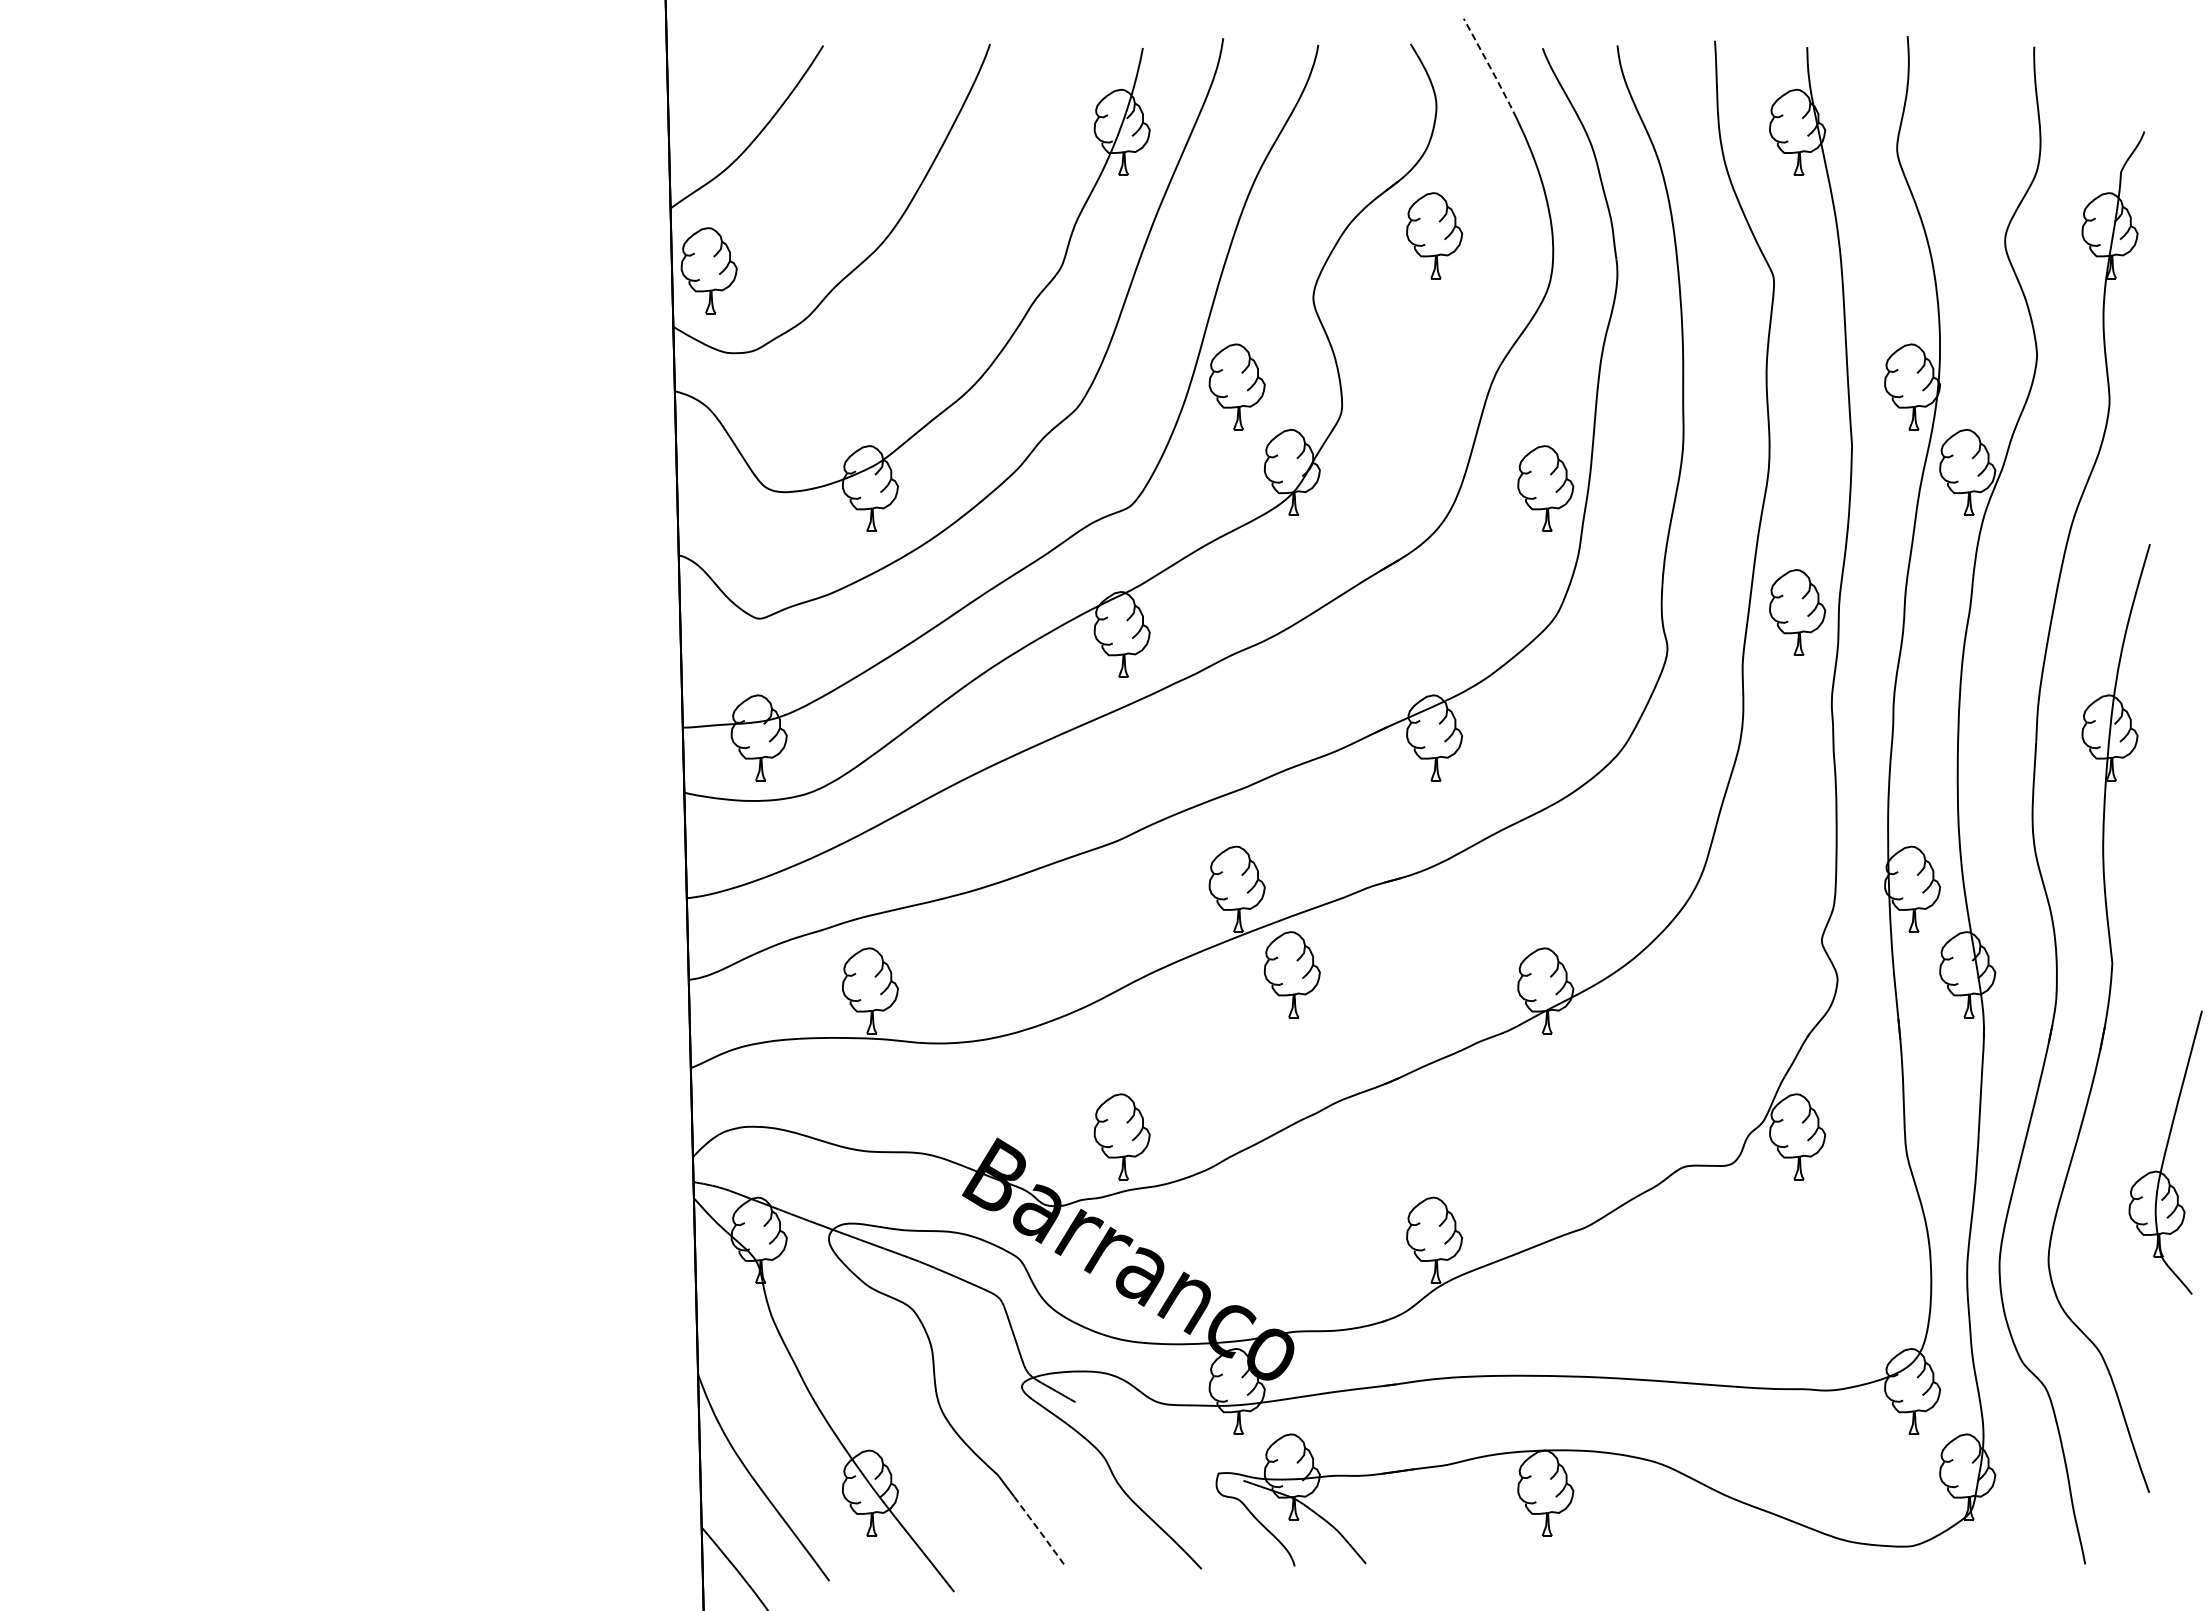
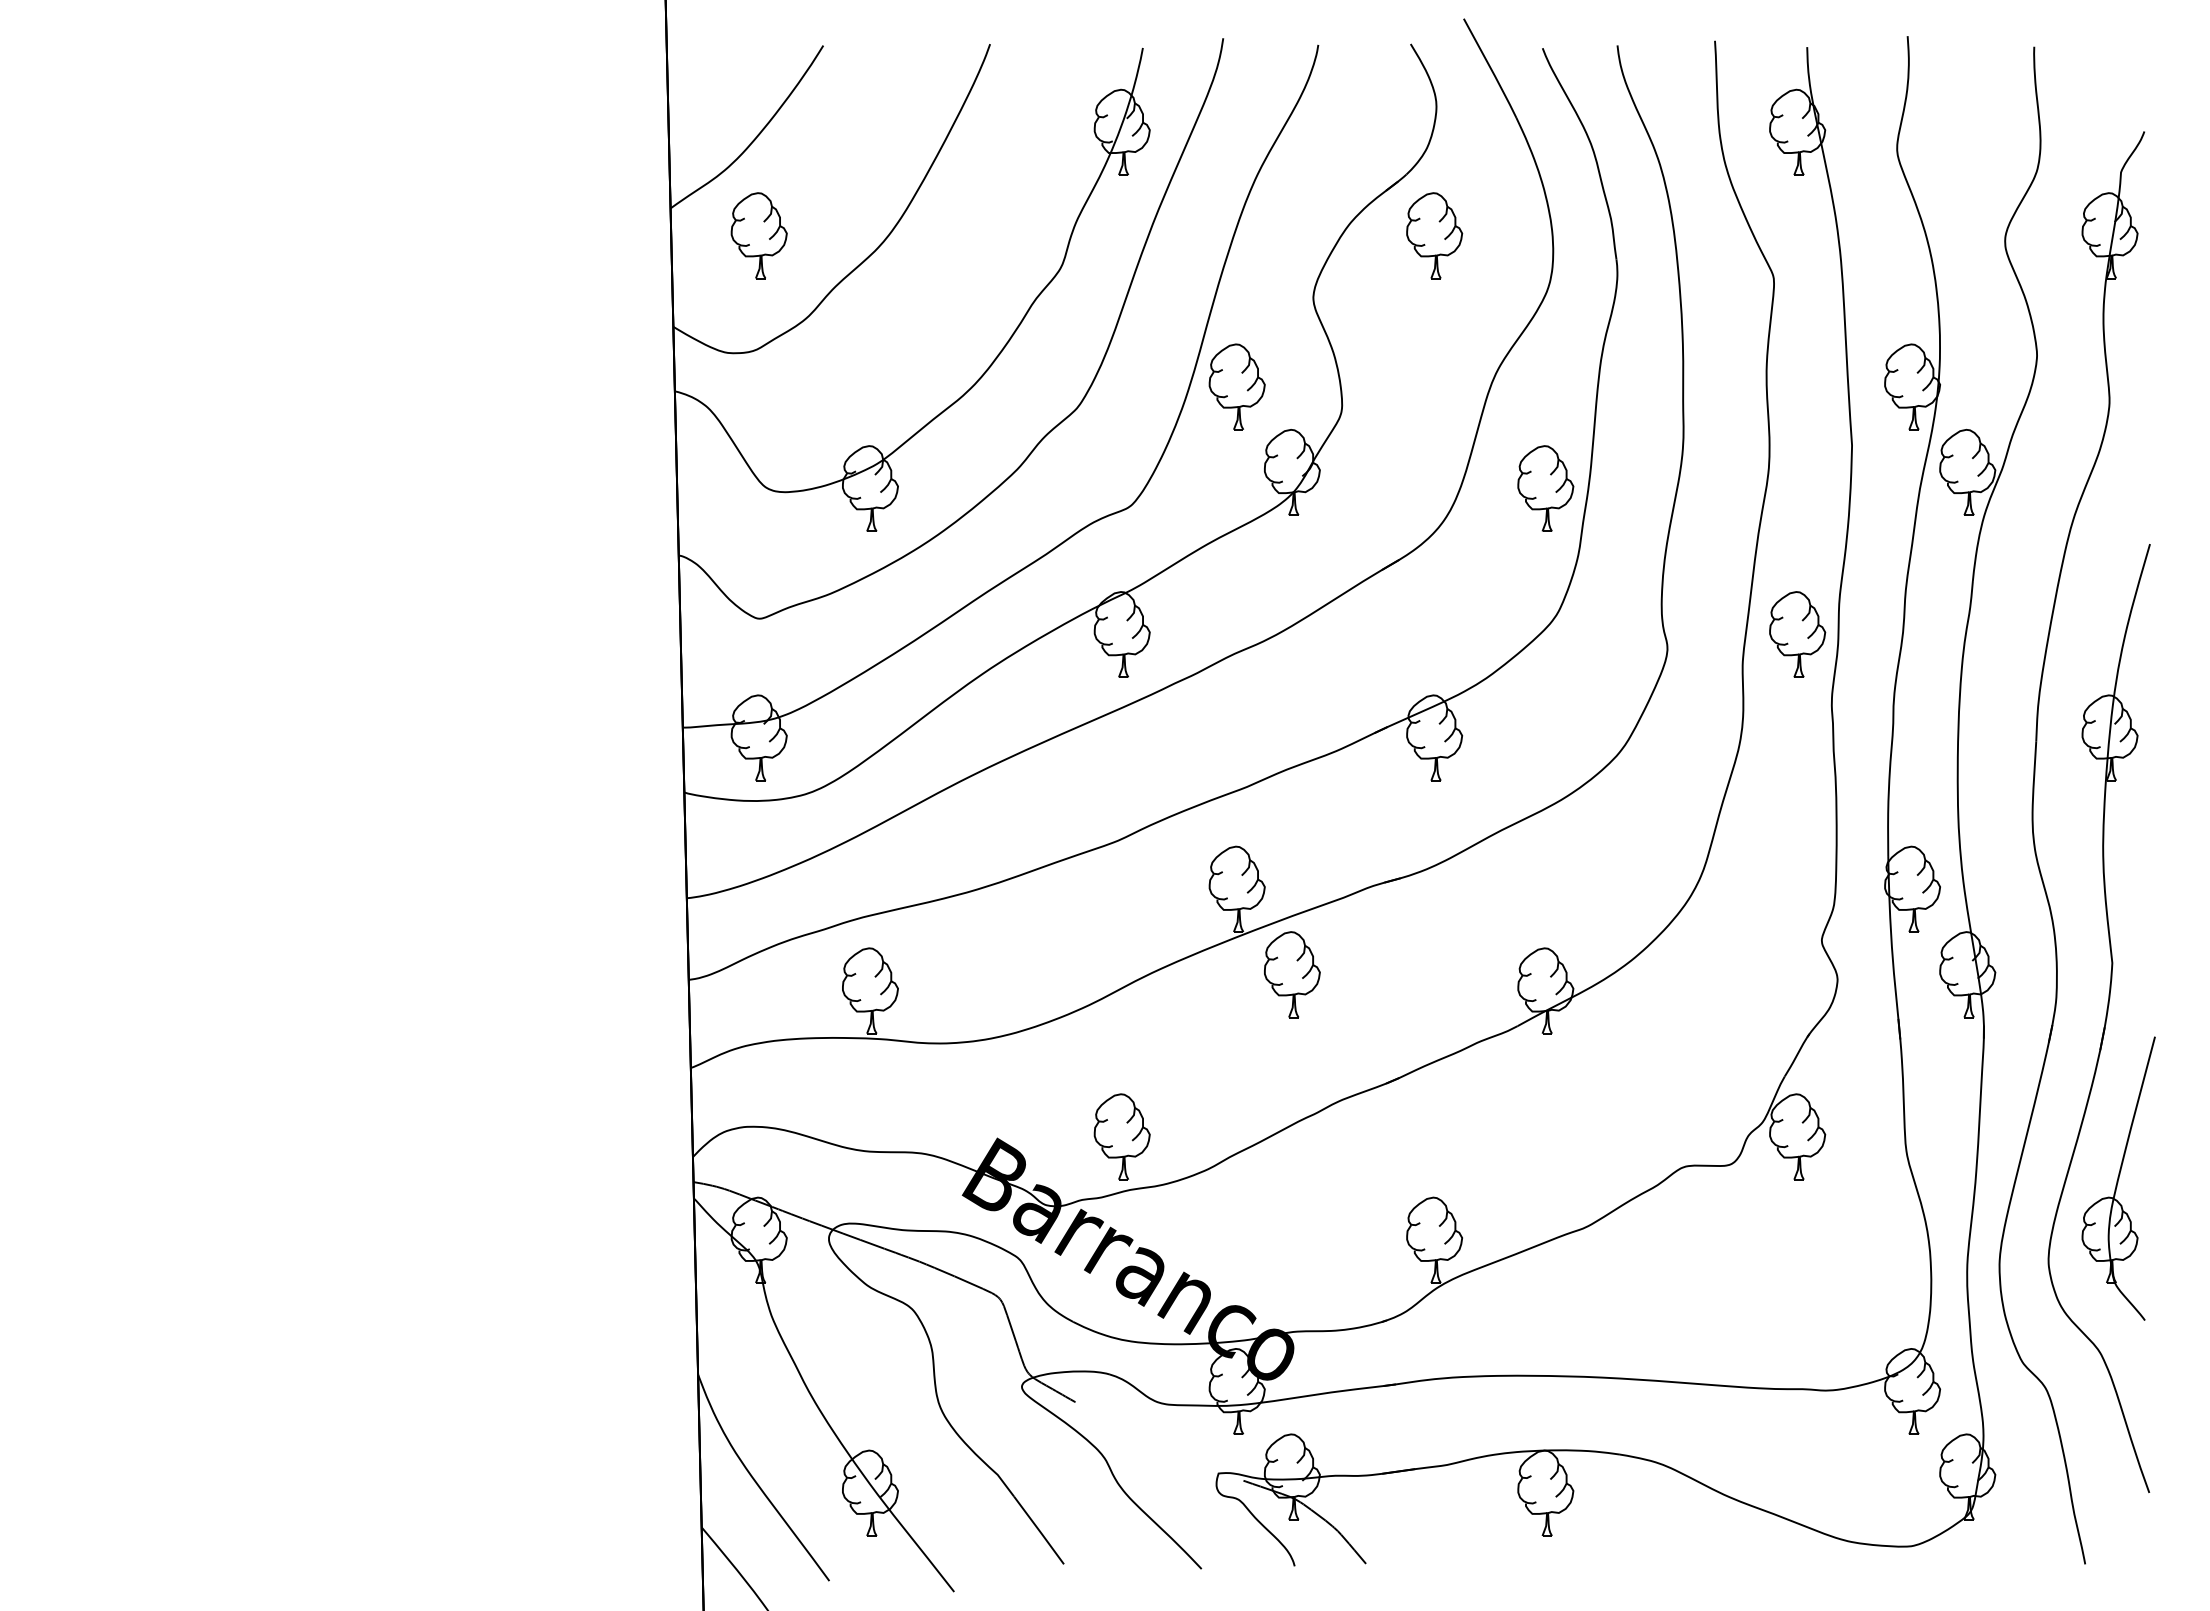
line at (1491, 69): dashed -> solid
part at (708, 270) position: (708, 270) -> (758, 235)
part at (1797, 612) position: (1797, 612) -> (1797, 634)
part at (2165, 1152) position: (2165, 1152) -> (2118, 1178)
line at (1039, 1530): dashed -> solid
